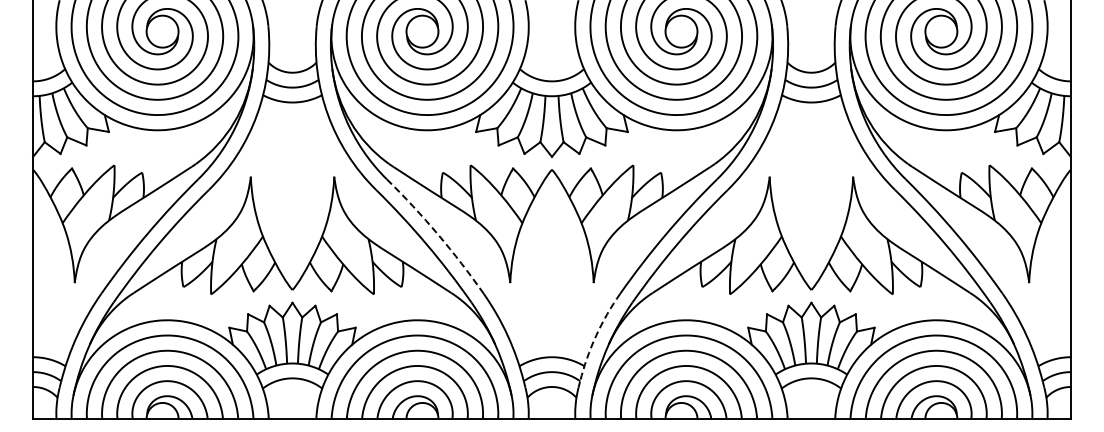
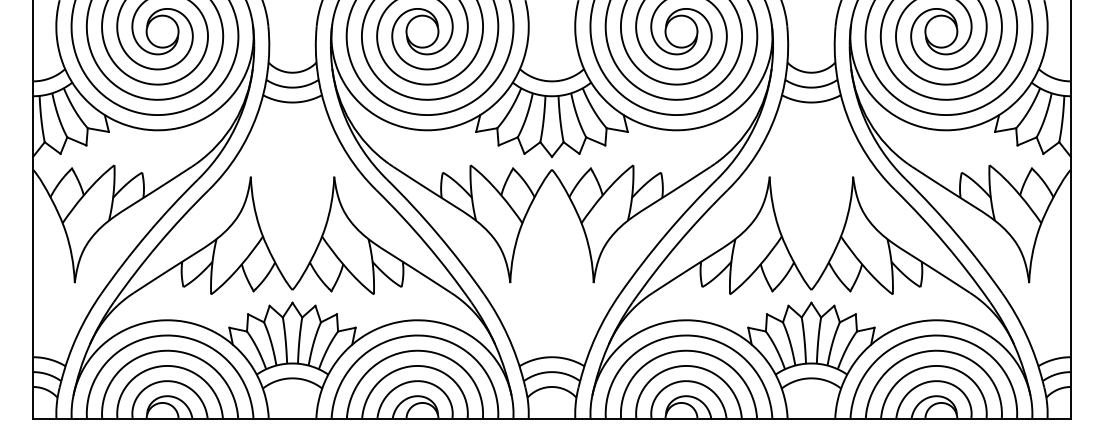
arc at (437, 234): dashed -> solid
arc at (596, 335): dashed -> solid
